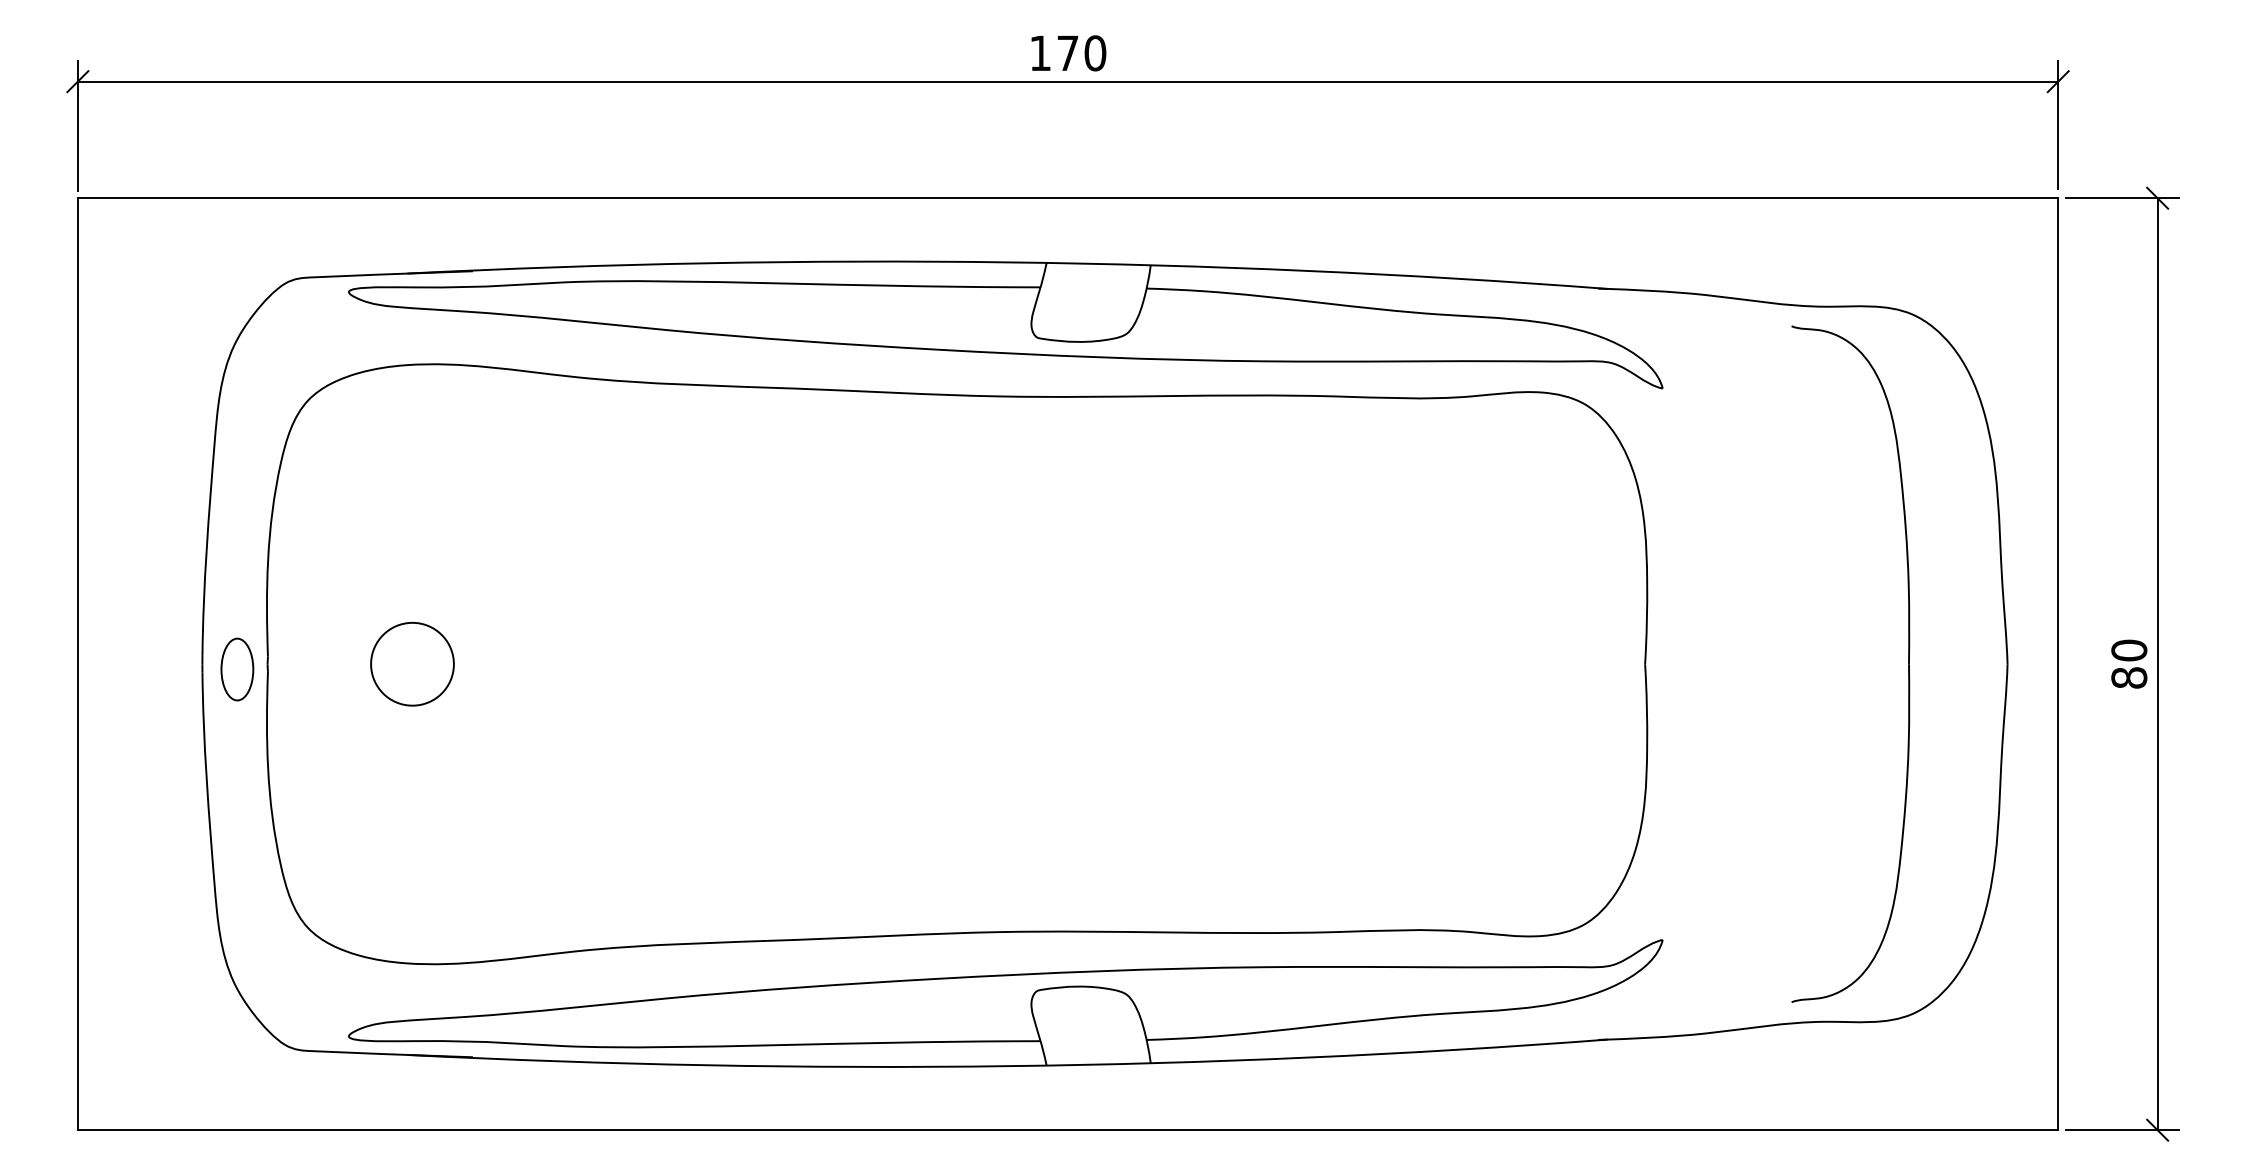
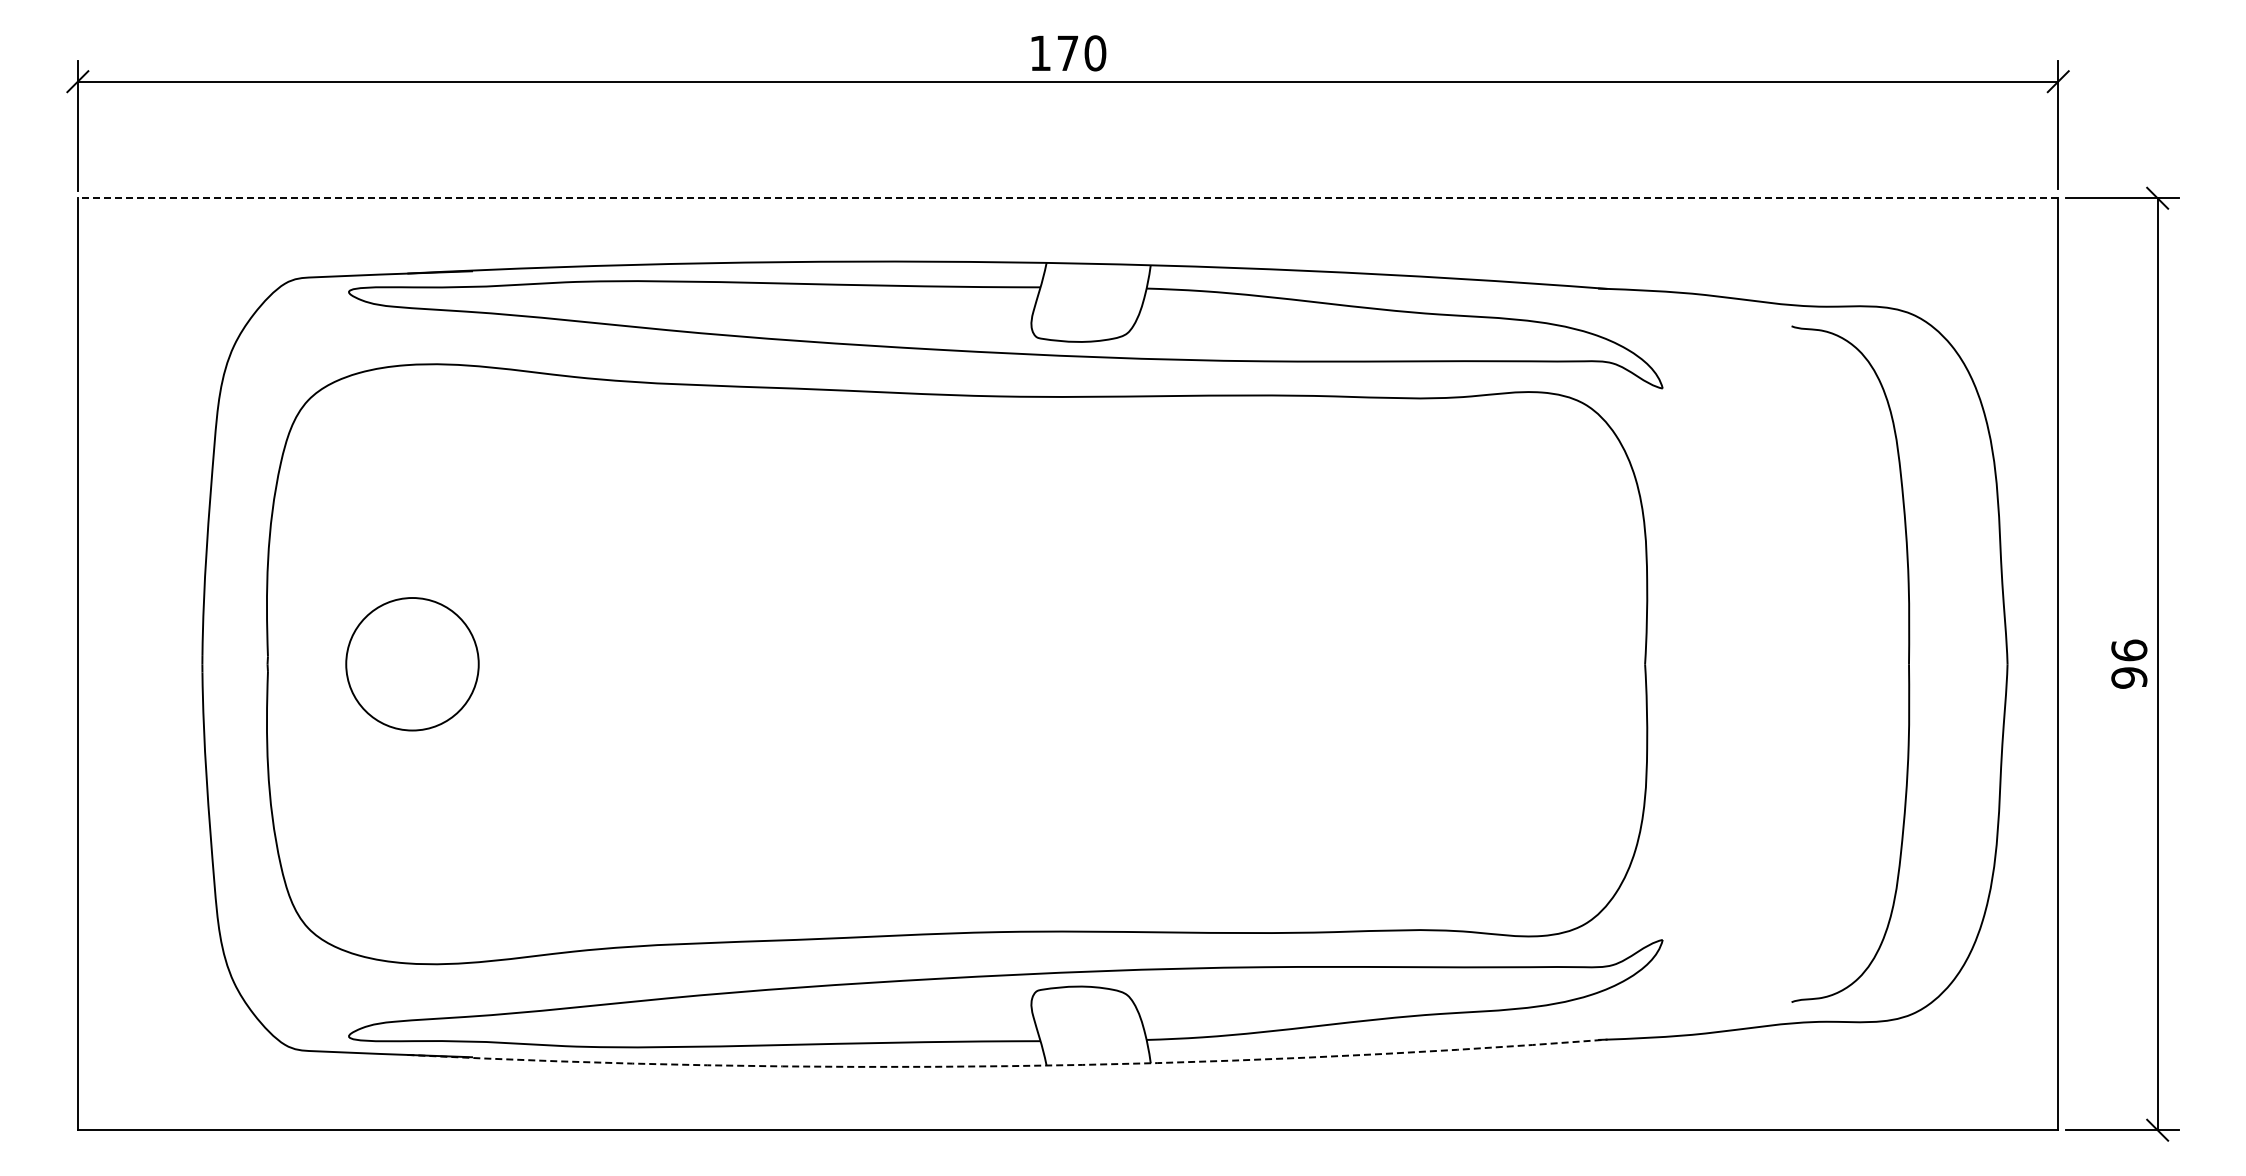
line at (1067, 198): solid -> dashed
circle at (412, 663) diameter: 83 px -> 133 px
text at (2129, 663): 80 -> 96
part at (237, 669): present -> none
arc at (1007, 1066): solid -> dashed
